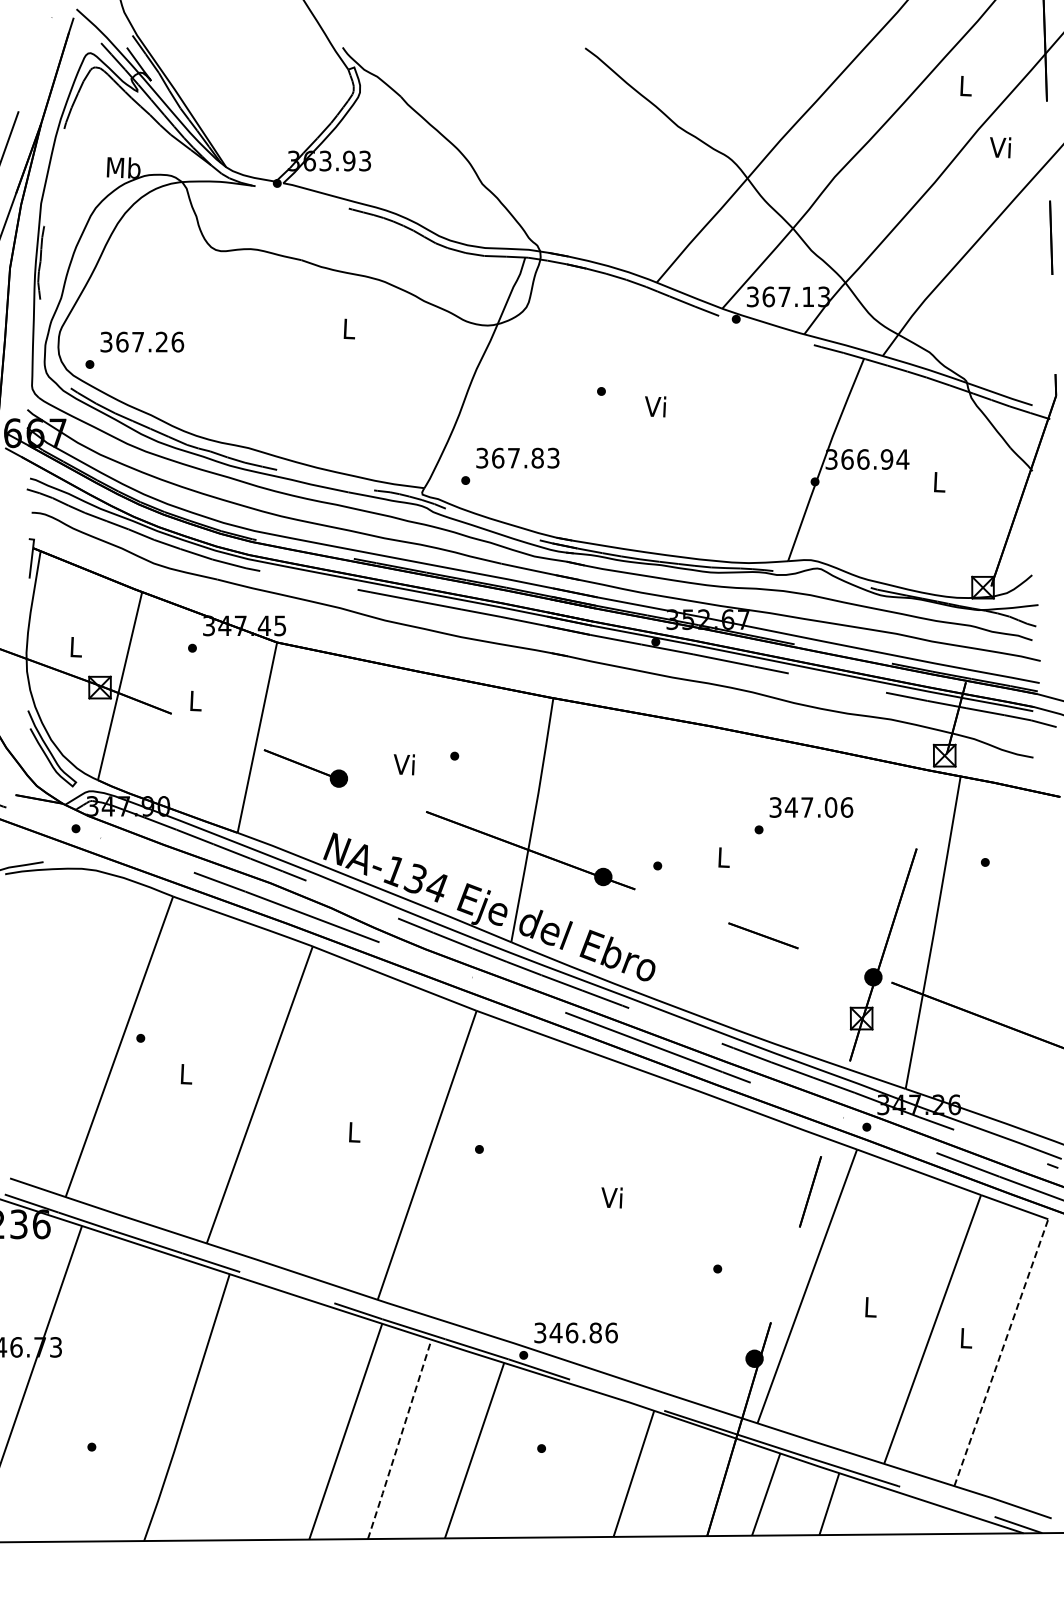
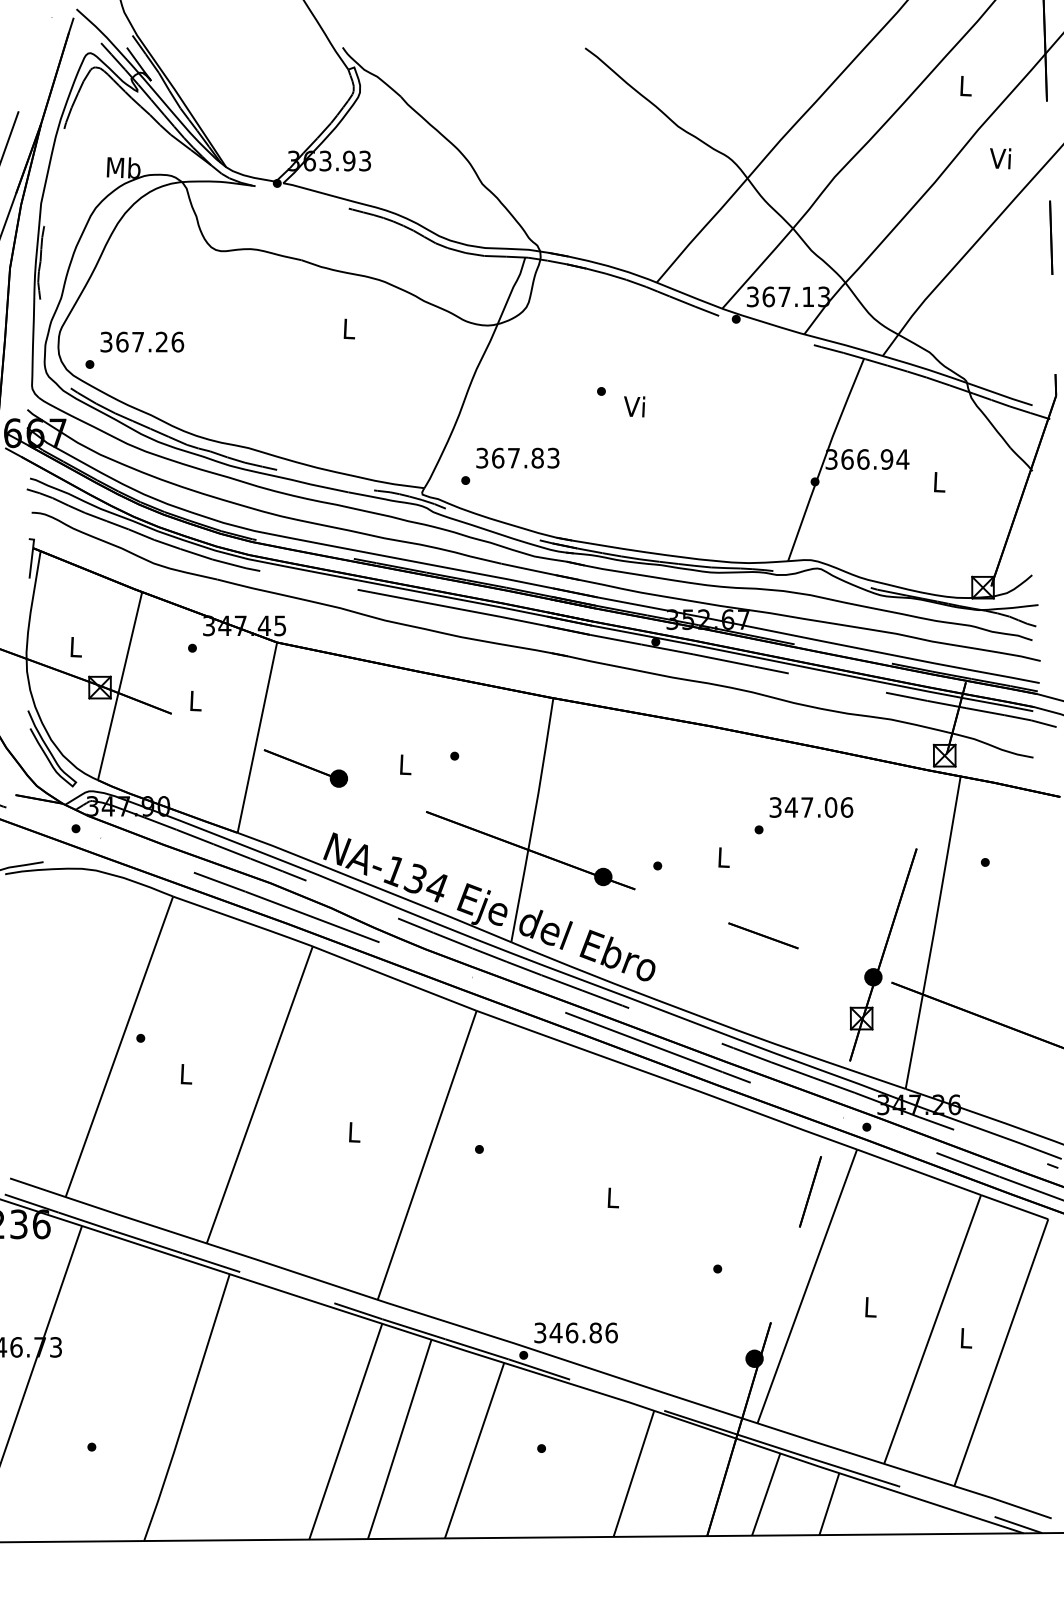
text at (1000, 147) position: (1000, 147) -> (1000, 158)
text at (655, 406) position: (655, 406) -> (634, 406)
text at (403, 764): Vi -> L
text at (611, 1197): Vi -> L
line at (1001, 1352): dashed -> solid
line at (399, 1439): dashed -> solid
